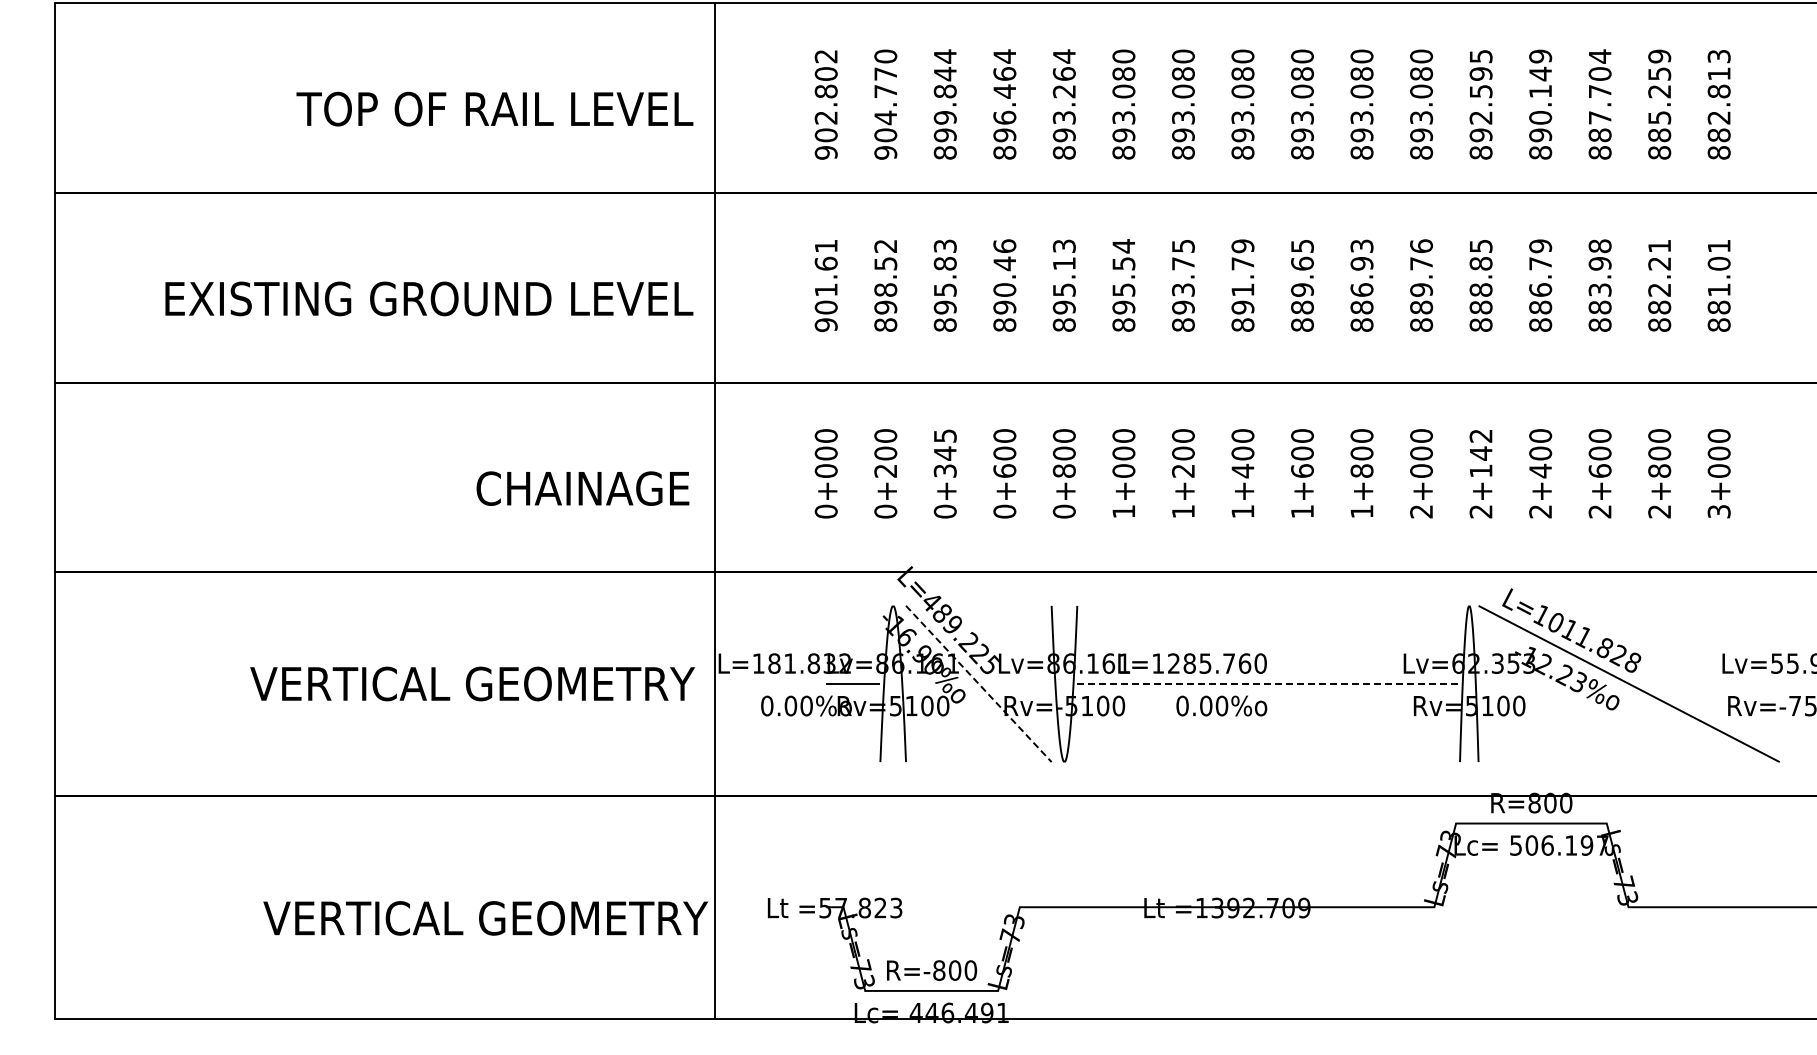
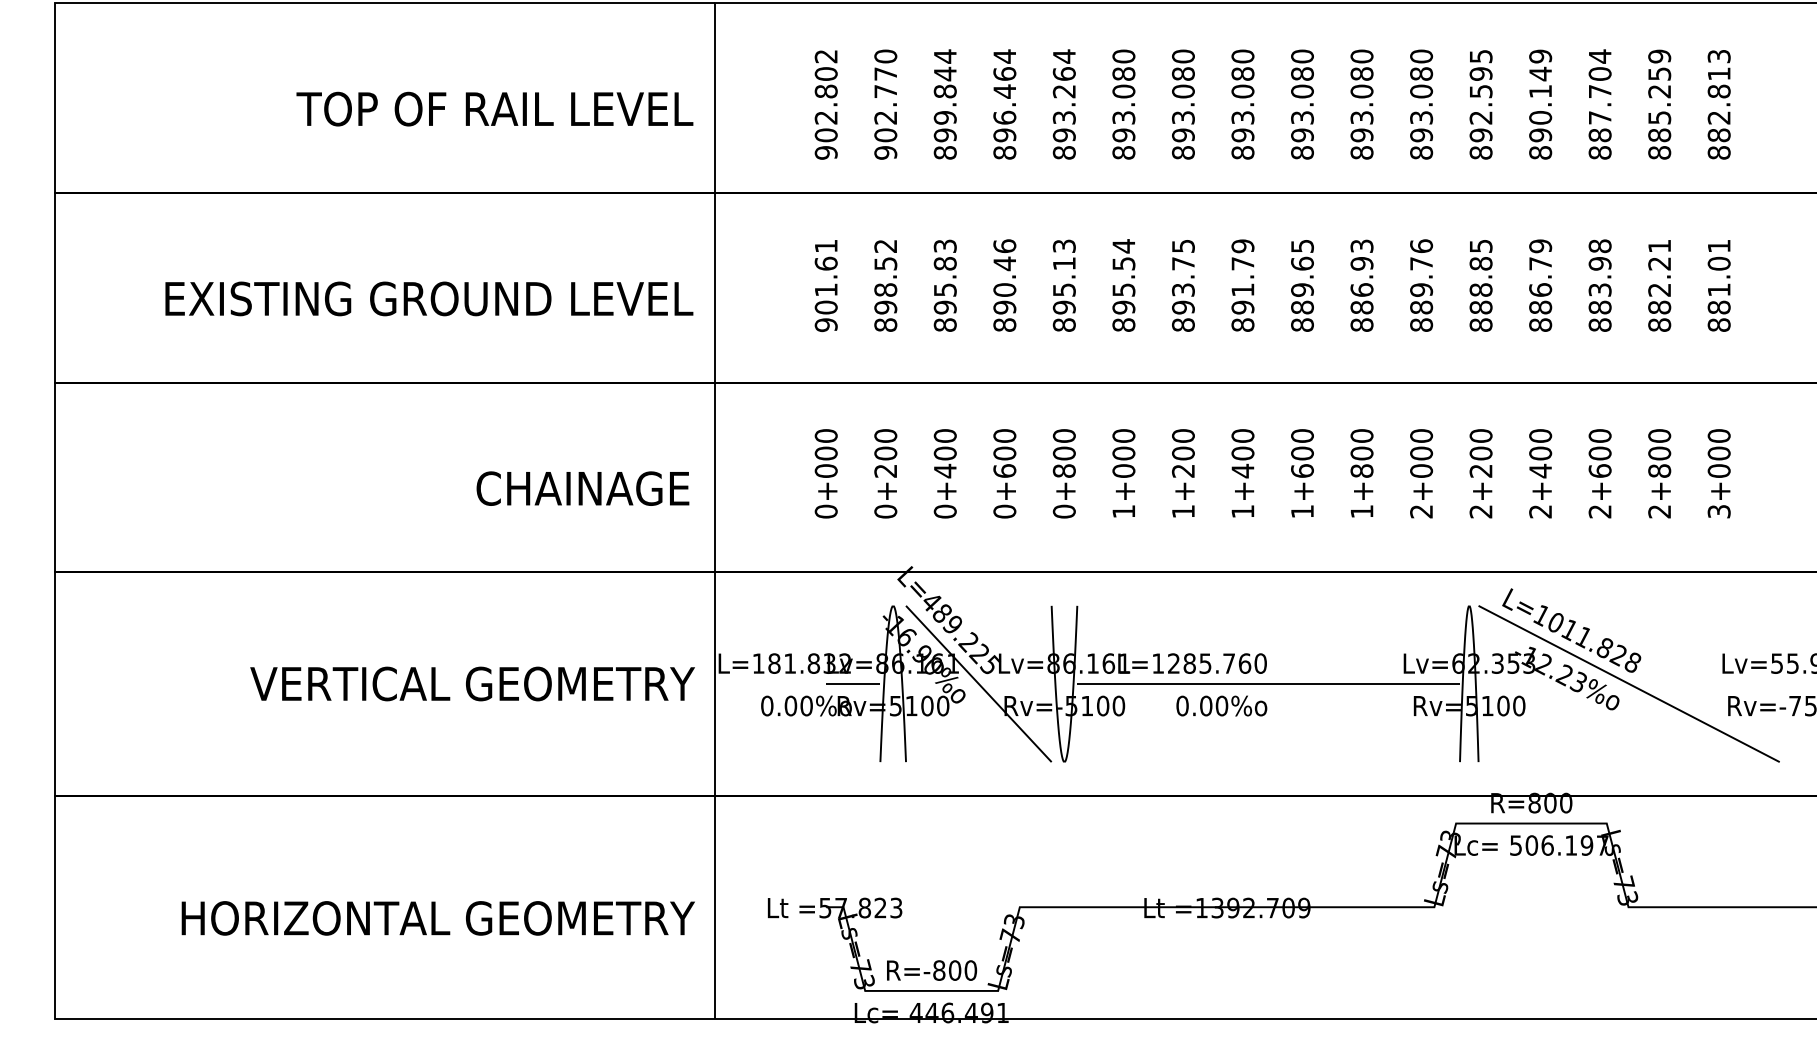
text at (885, 117): 904.770 -> 902.770
text at (944, 453): 0+345 -> 0+400
text at (1480, 453): 2+142 -> 2+200
line at (978, 683): dashed -> solid
line at (1269, 683): dashed -> solid
text at (444, 918): VERTICAL GEOMETRY -> HORIZONTAL GEOMETRY
